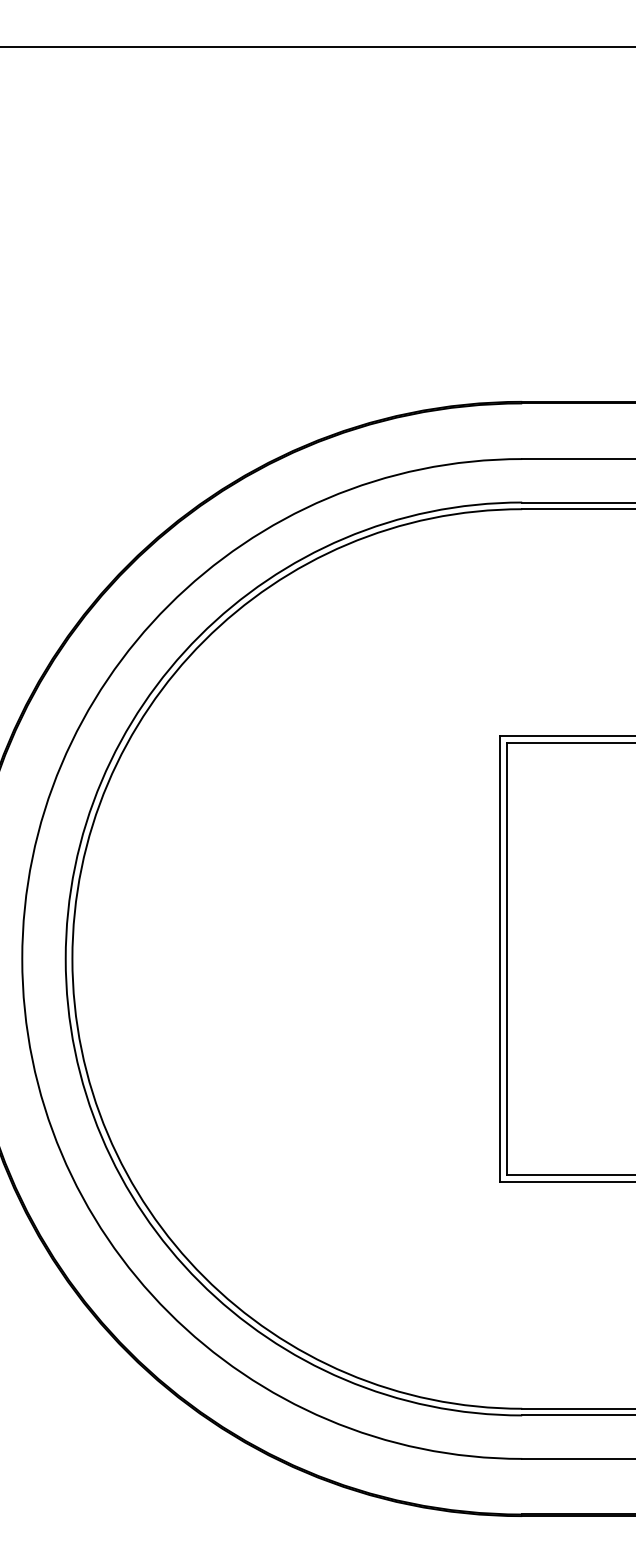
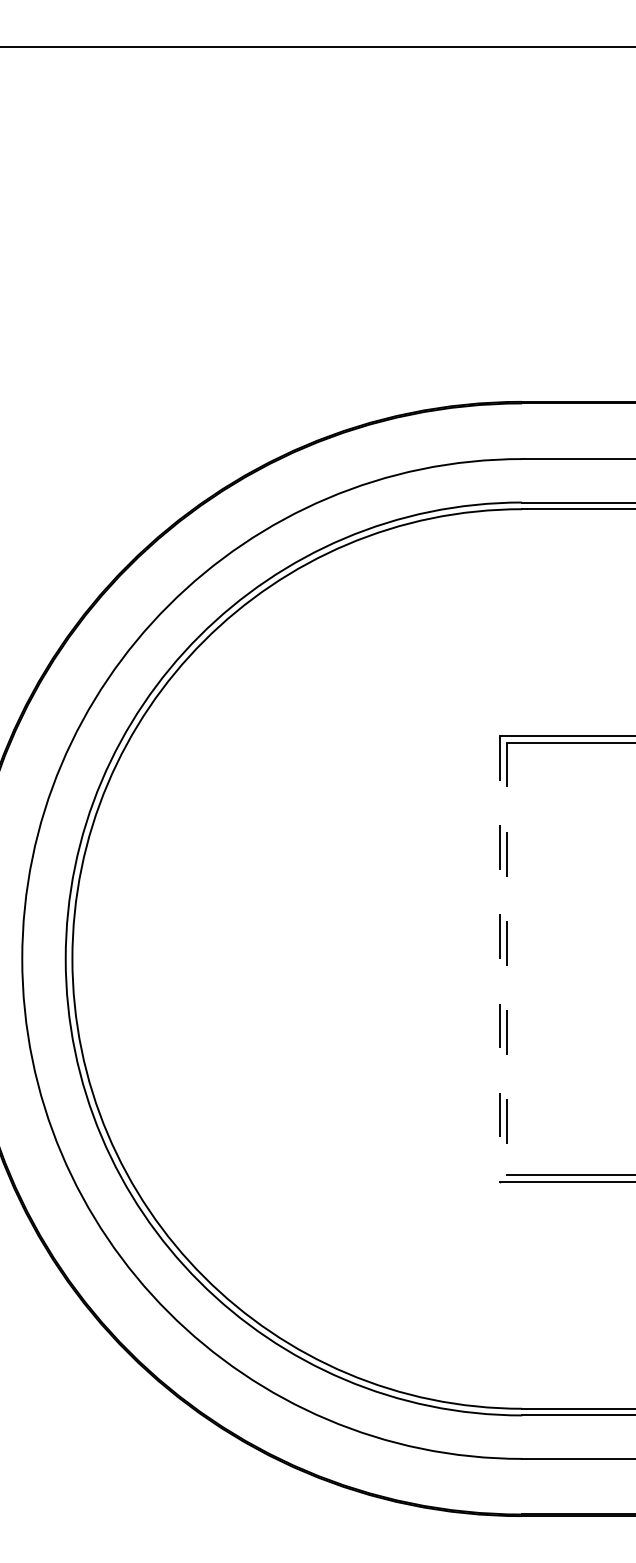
line at (499, 958): solid -> dashed
line at (506, 959): solid -> dashed
